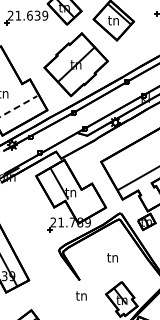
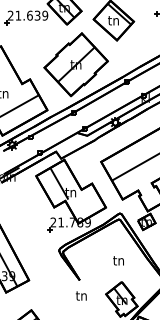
line at (19, 106): dashed -> solid
line at (136, 179) position: (136, 179) -> (134, 167)
text at (112, 257) position: (112, 257) -> (118, 260)
